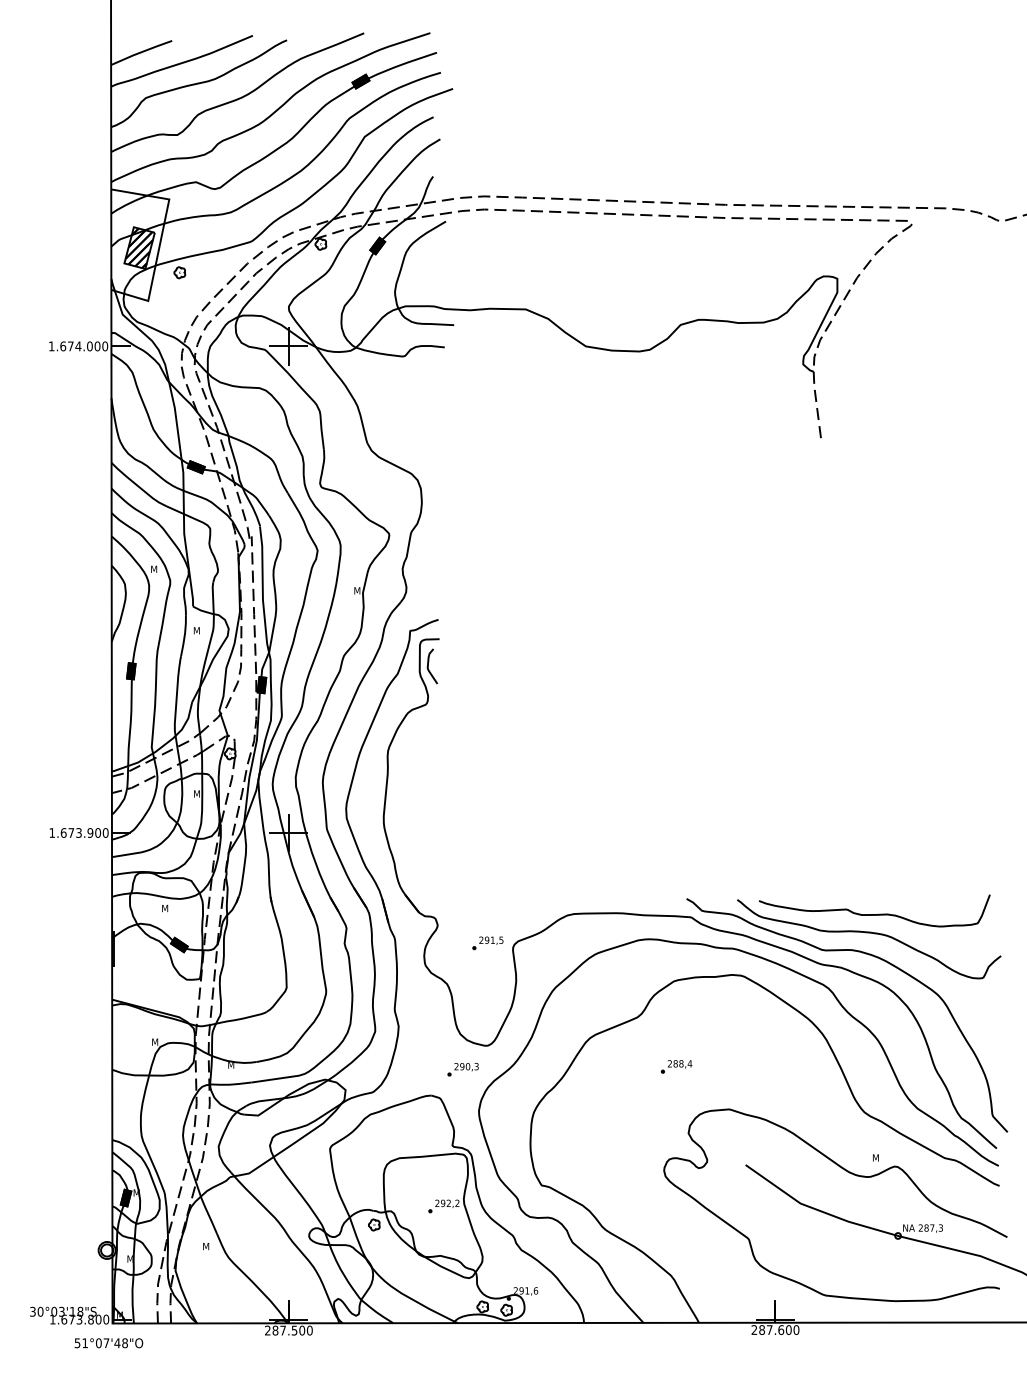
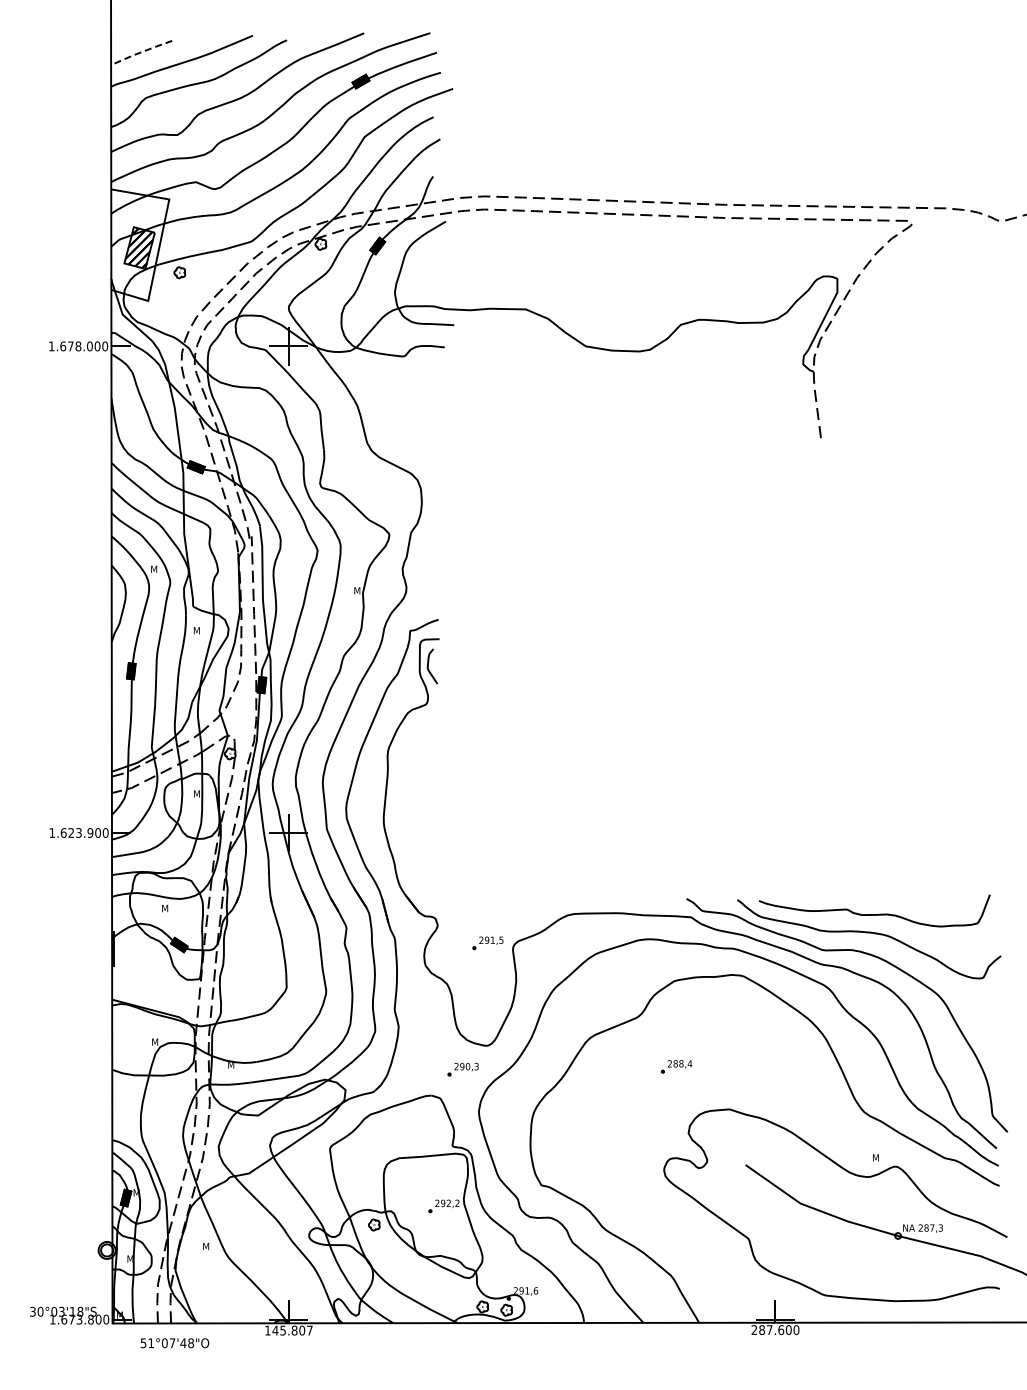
line at (141, 52): solid -> dashed
text at (78, 346): 1.674.000 -> 1.678.000
text at (71, 832): 1.673.900 -> 1.623.900
text at (288, 1330): 287.500 -> 145.807
text at (108, 1343) position: (108, 1343) -> (174, 1343)
